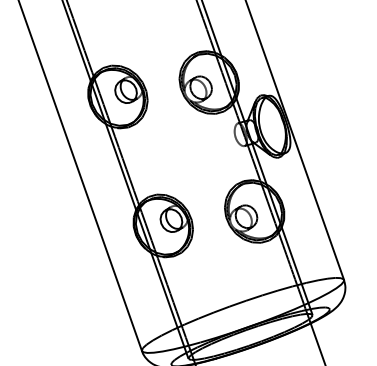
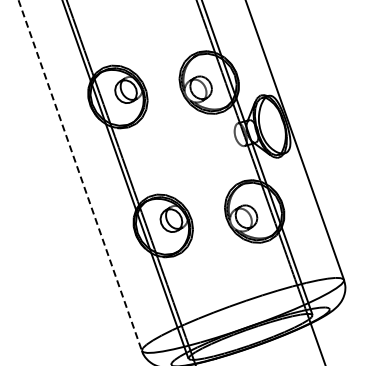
line at (80, 175): solid -> dashed
